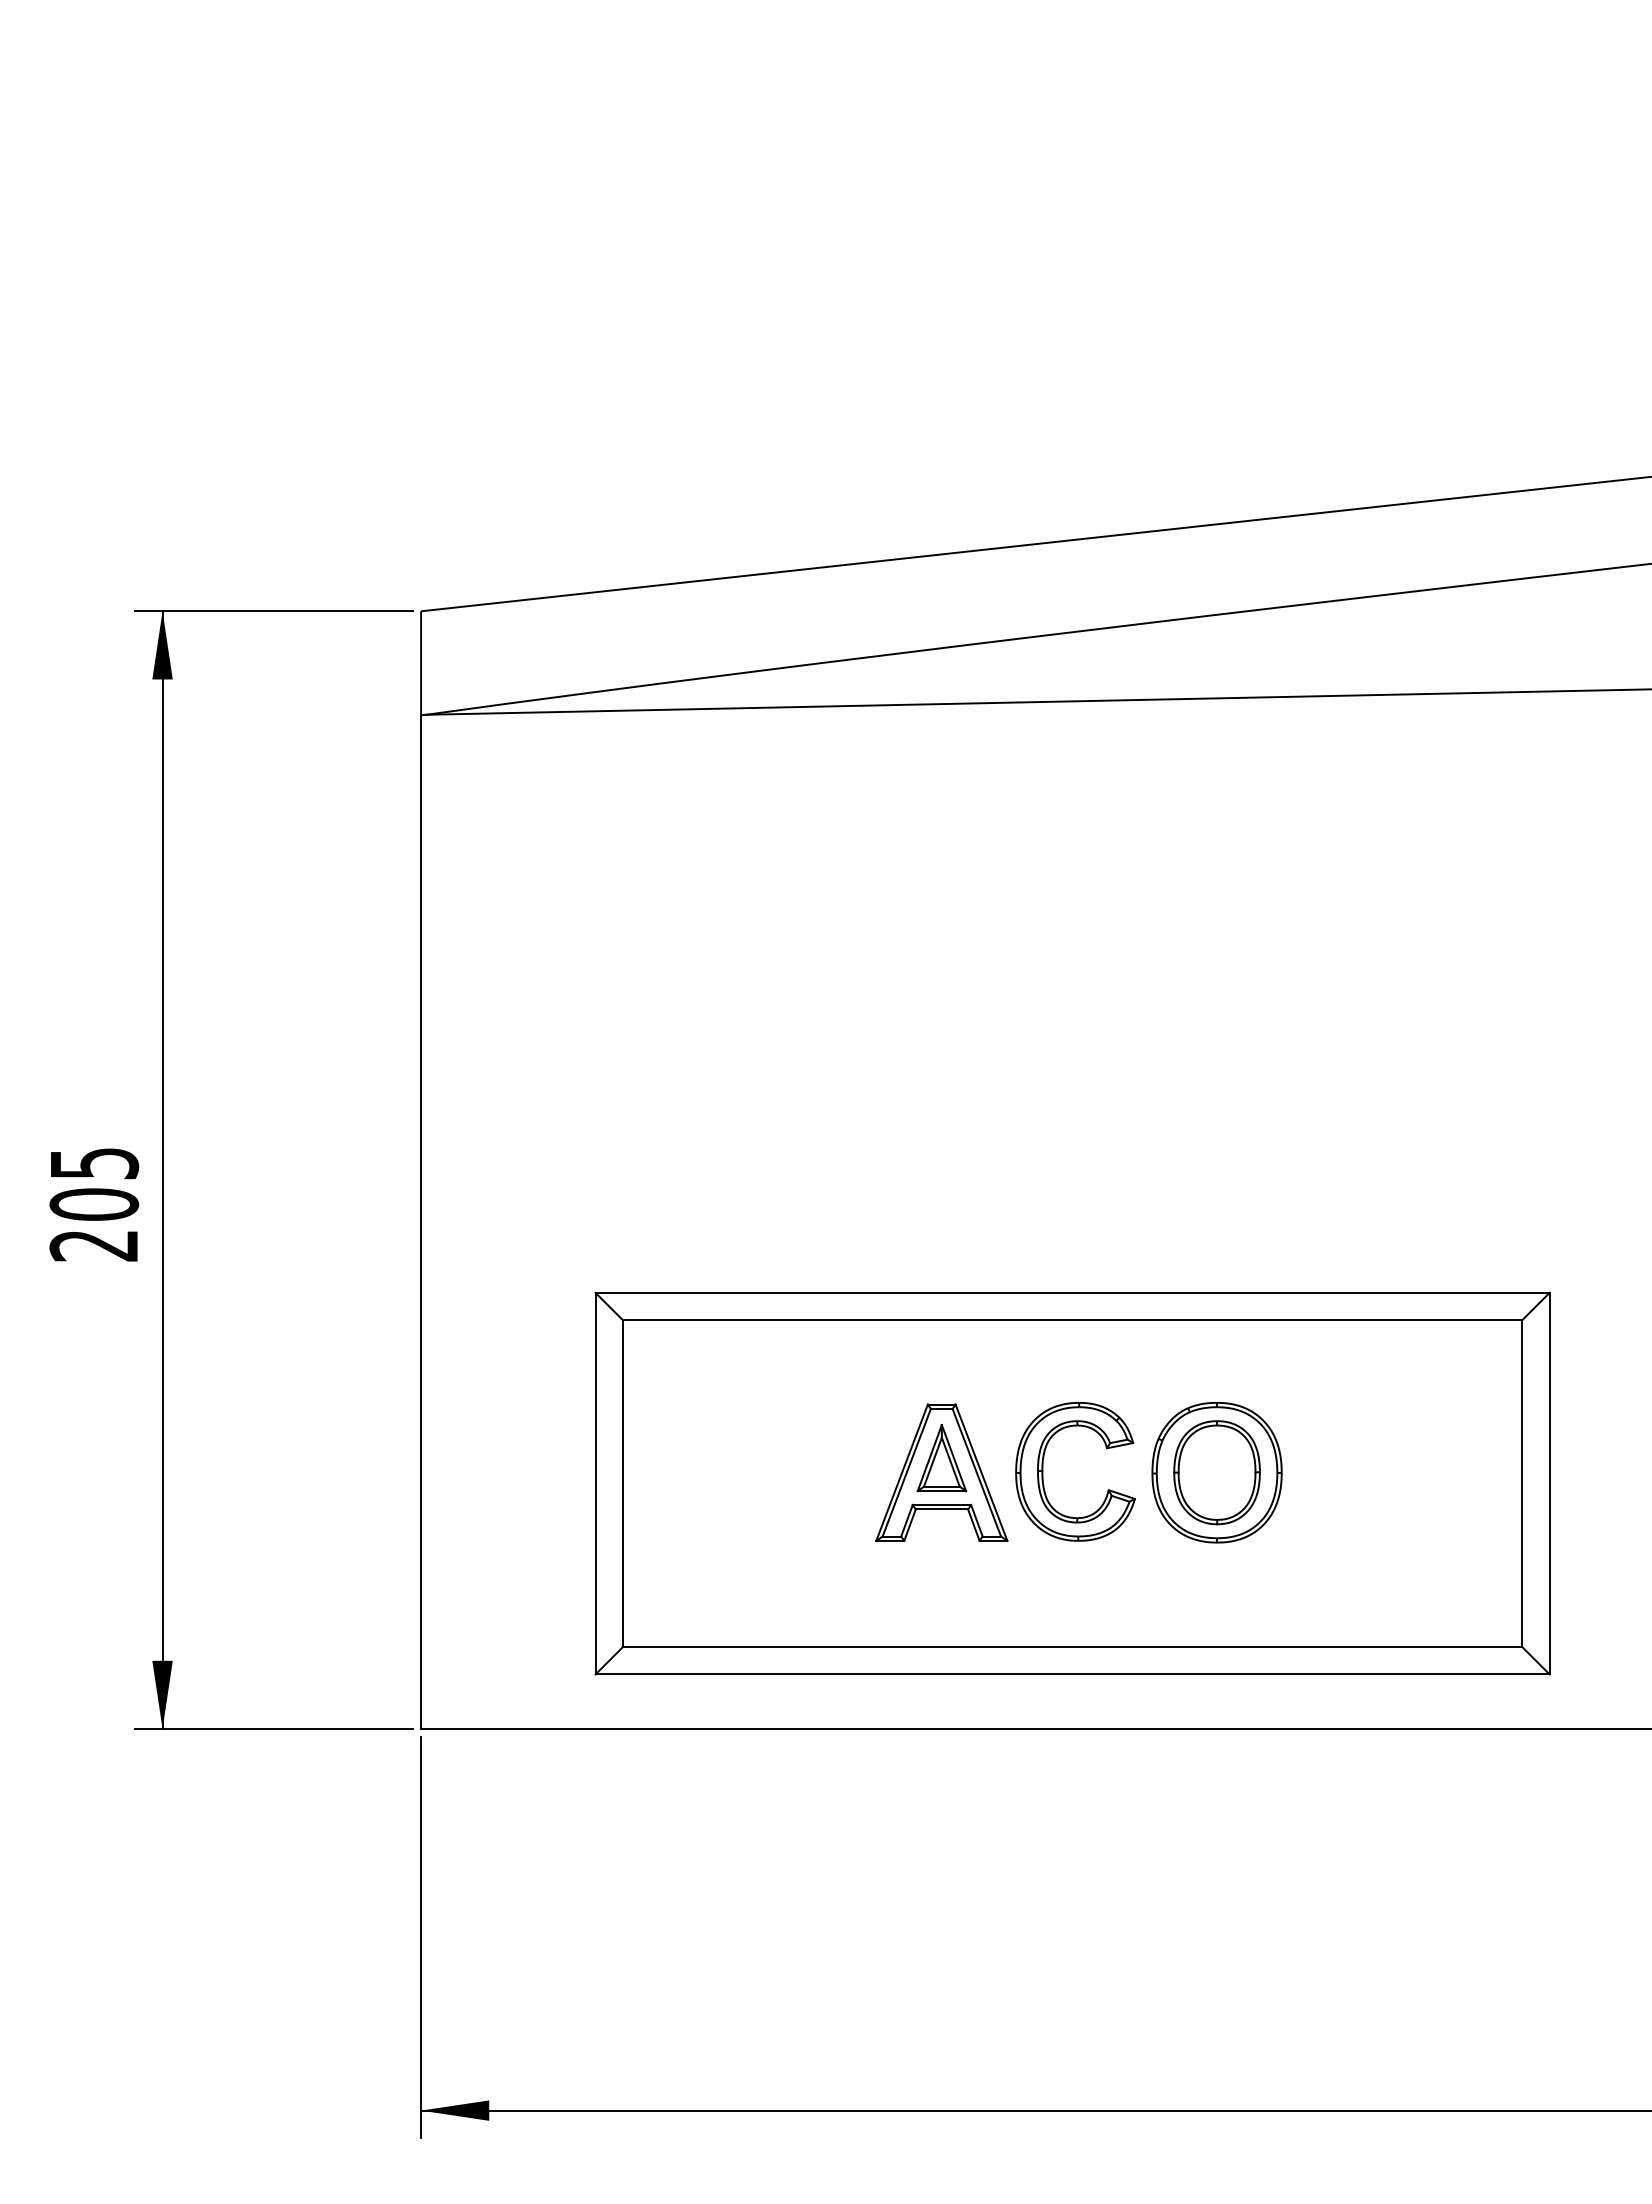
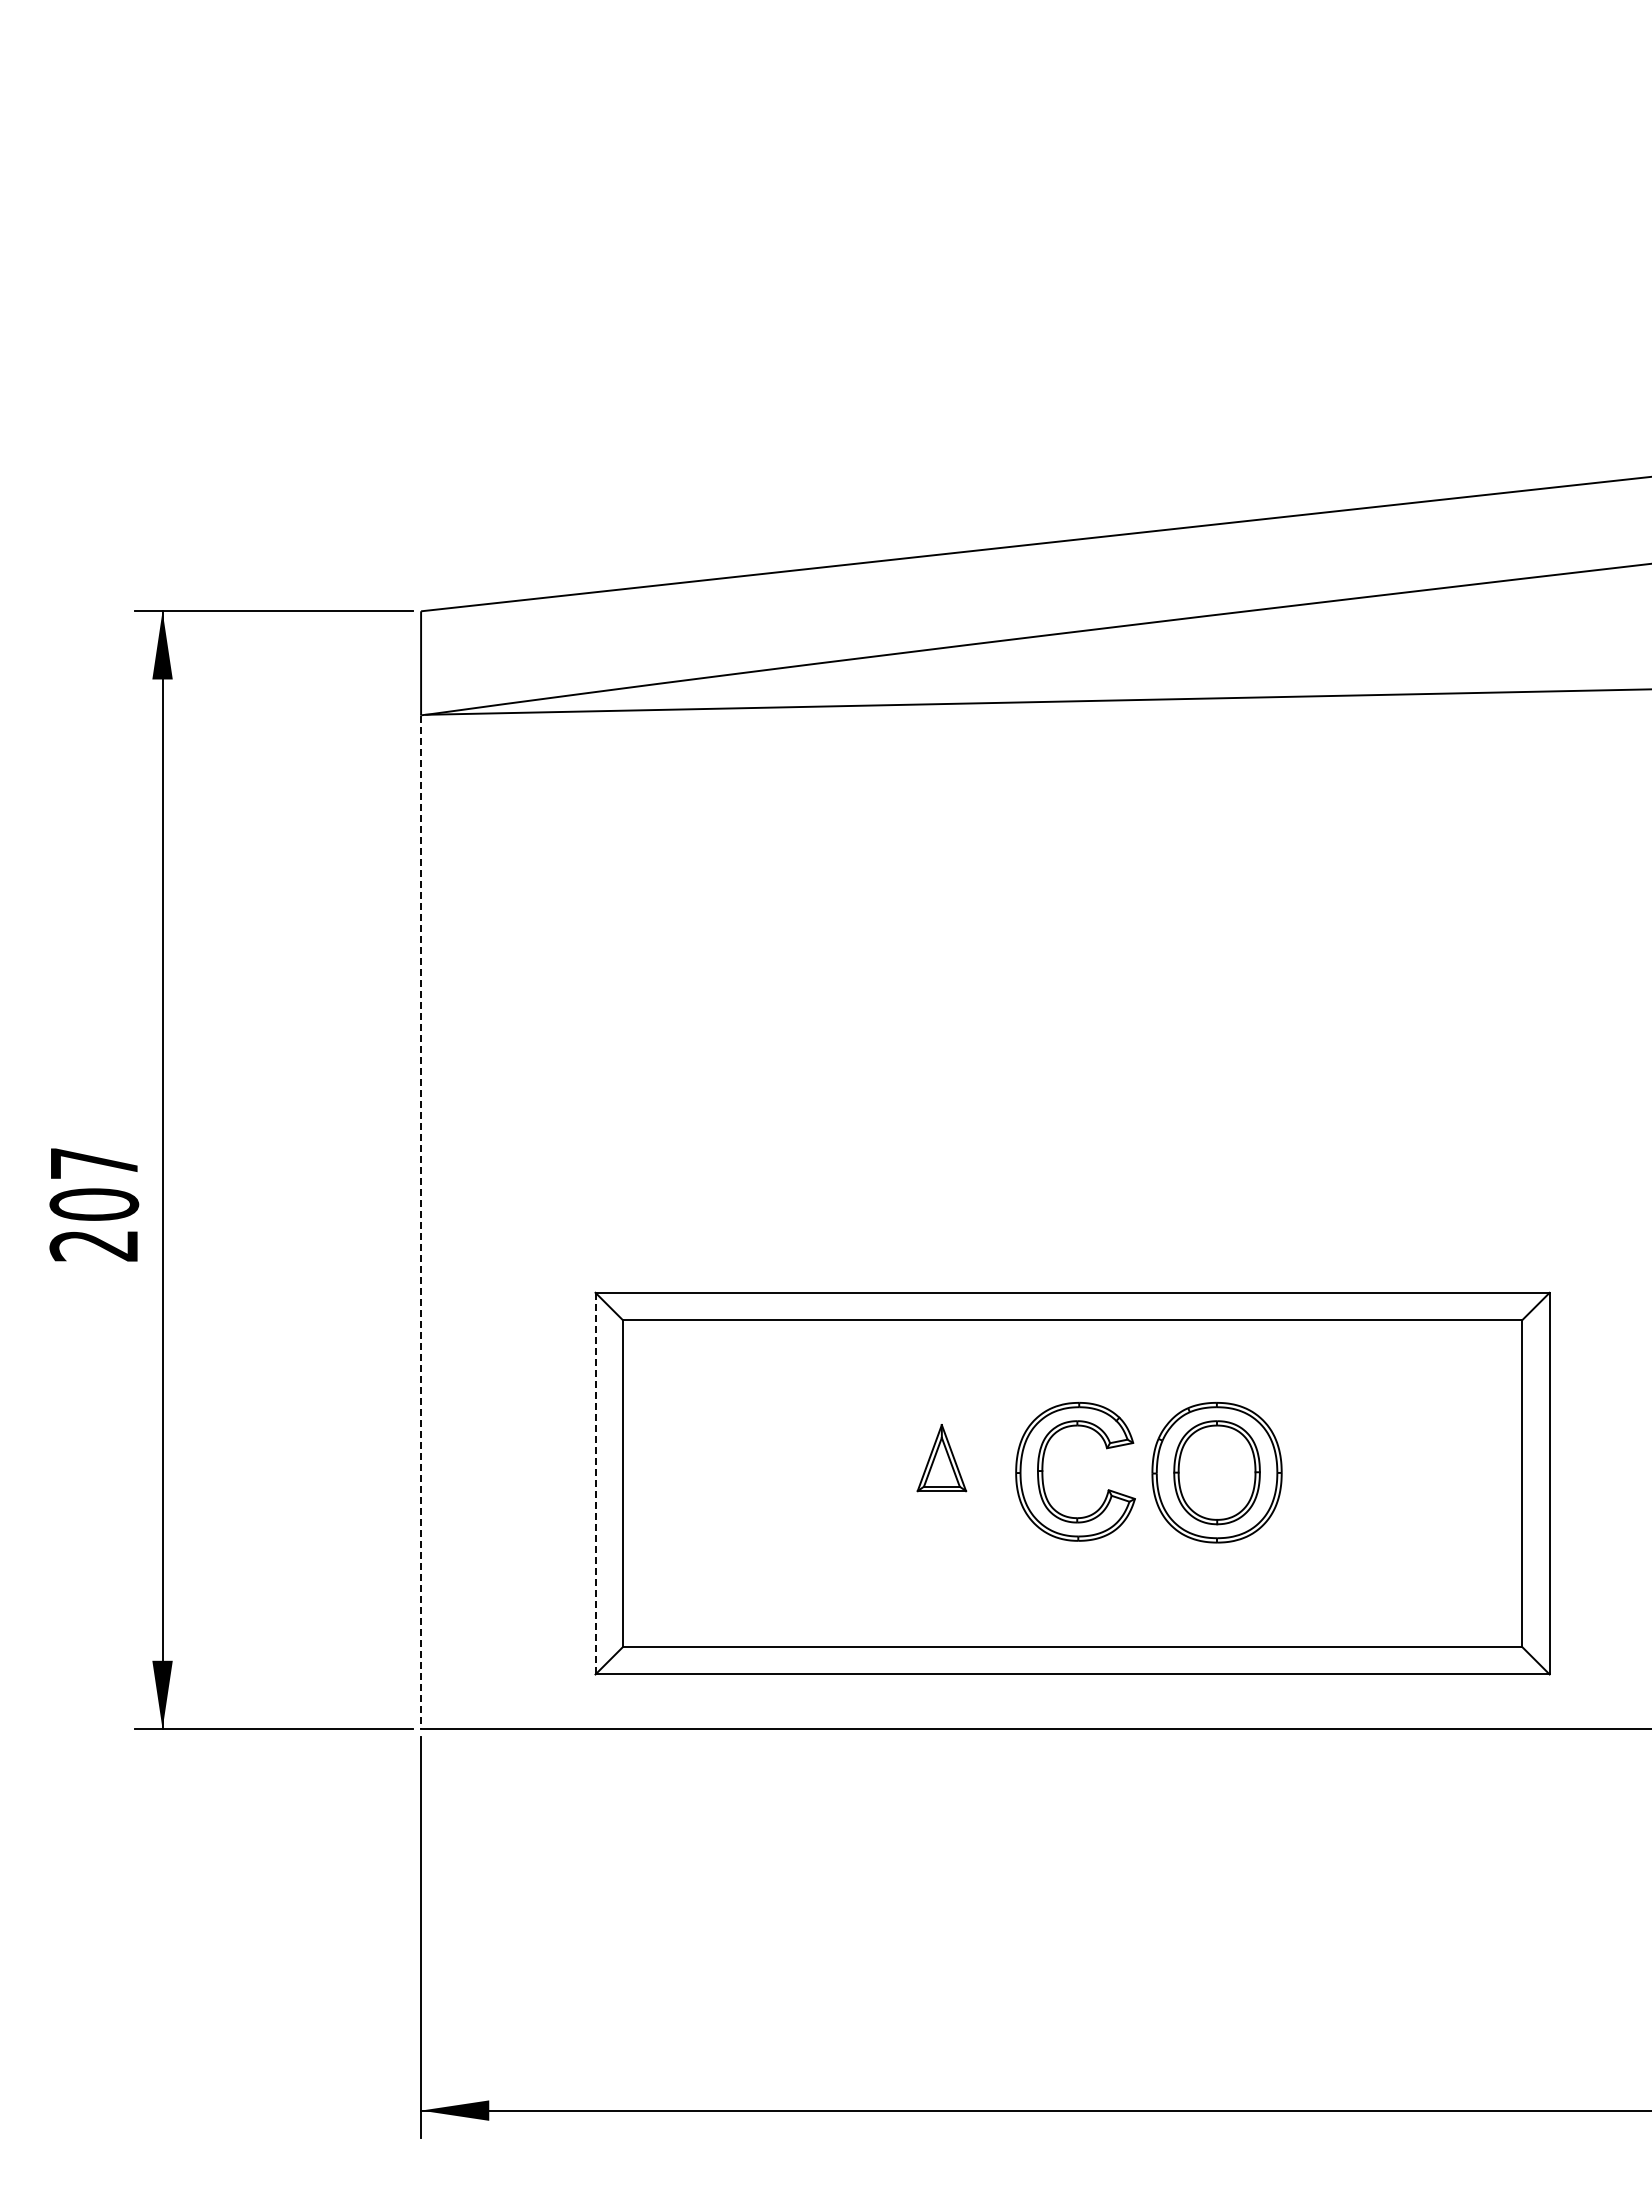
text at (95, 1163): 205 -> 207
line at (421, 1222): solid -> dashed
part at (941, 1472): present -> none
line at (595, 1483): solid -> dashed
